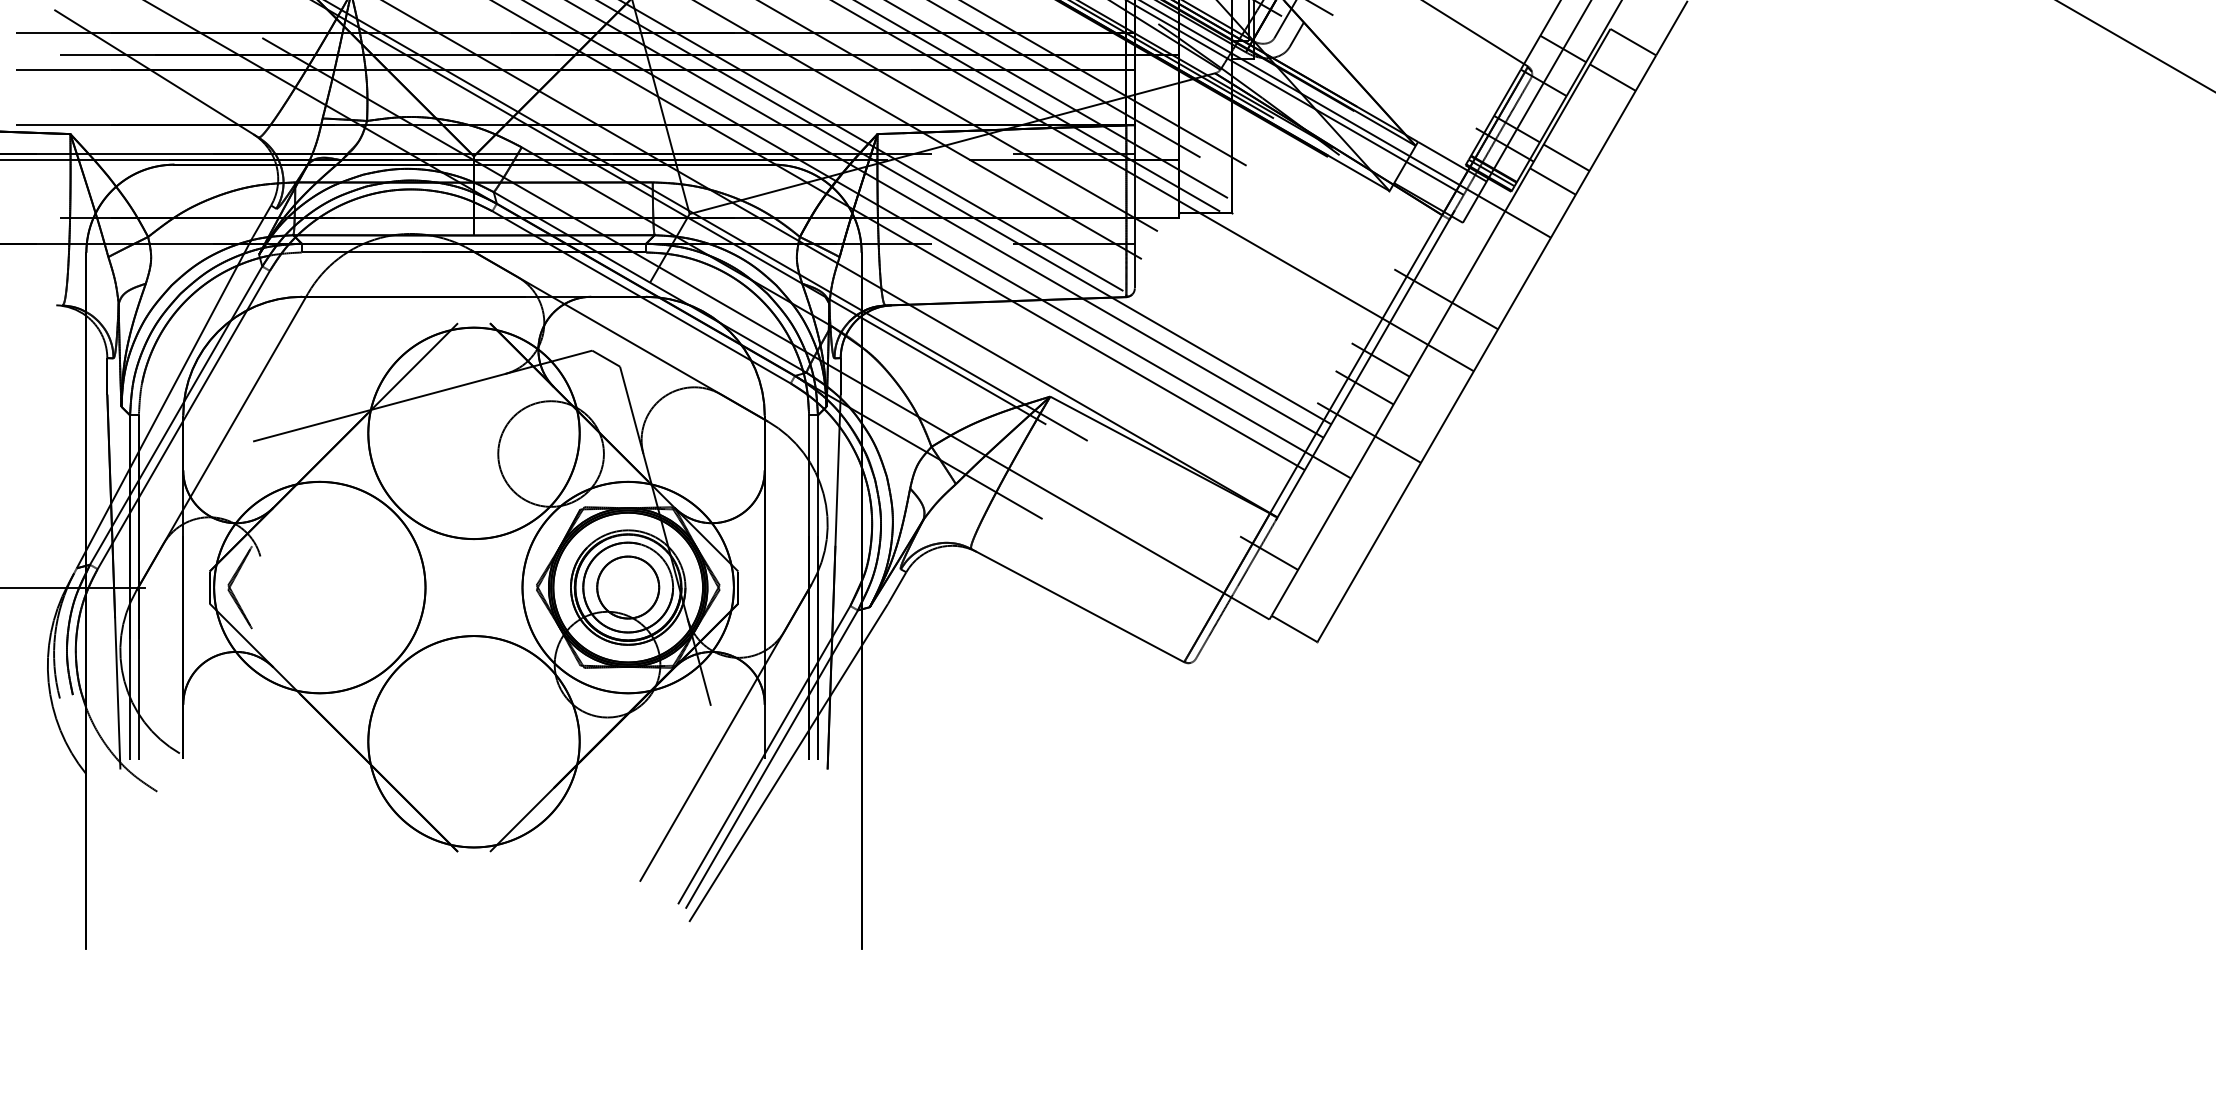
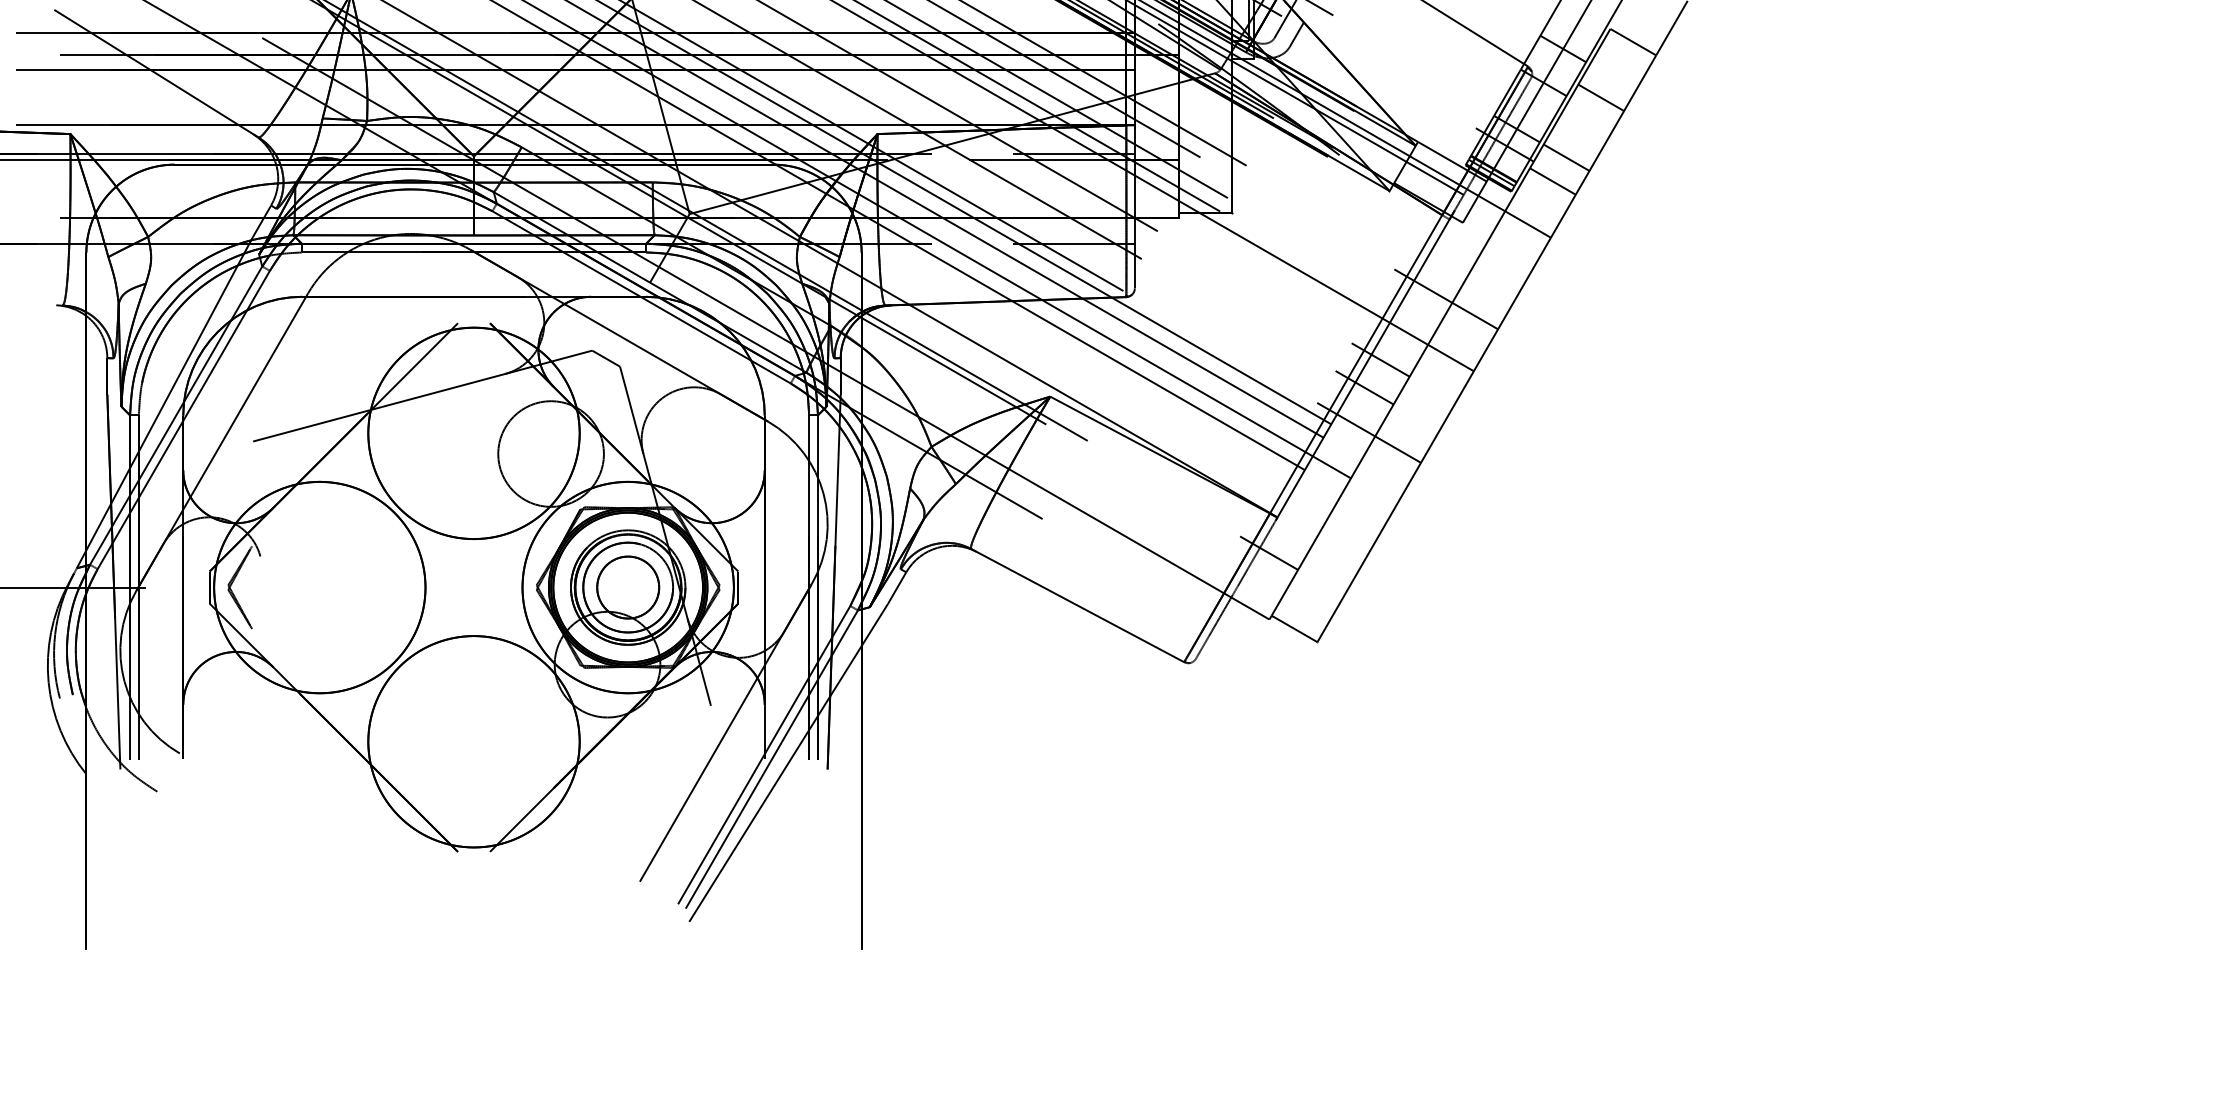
line at (2135, 46): present -> none
line at (1612, 77) position: (1612, 77) -> (1600, 97)
